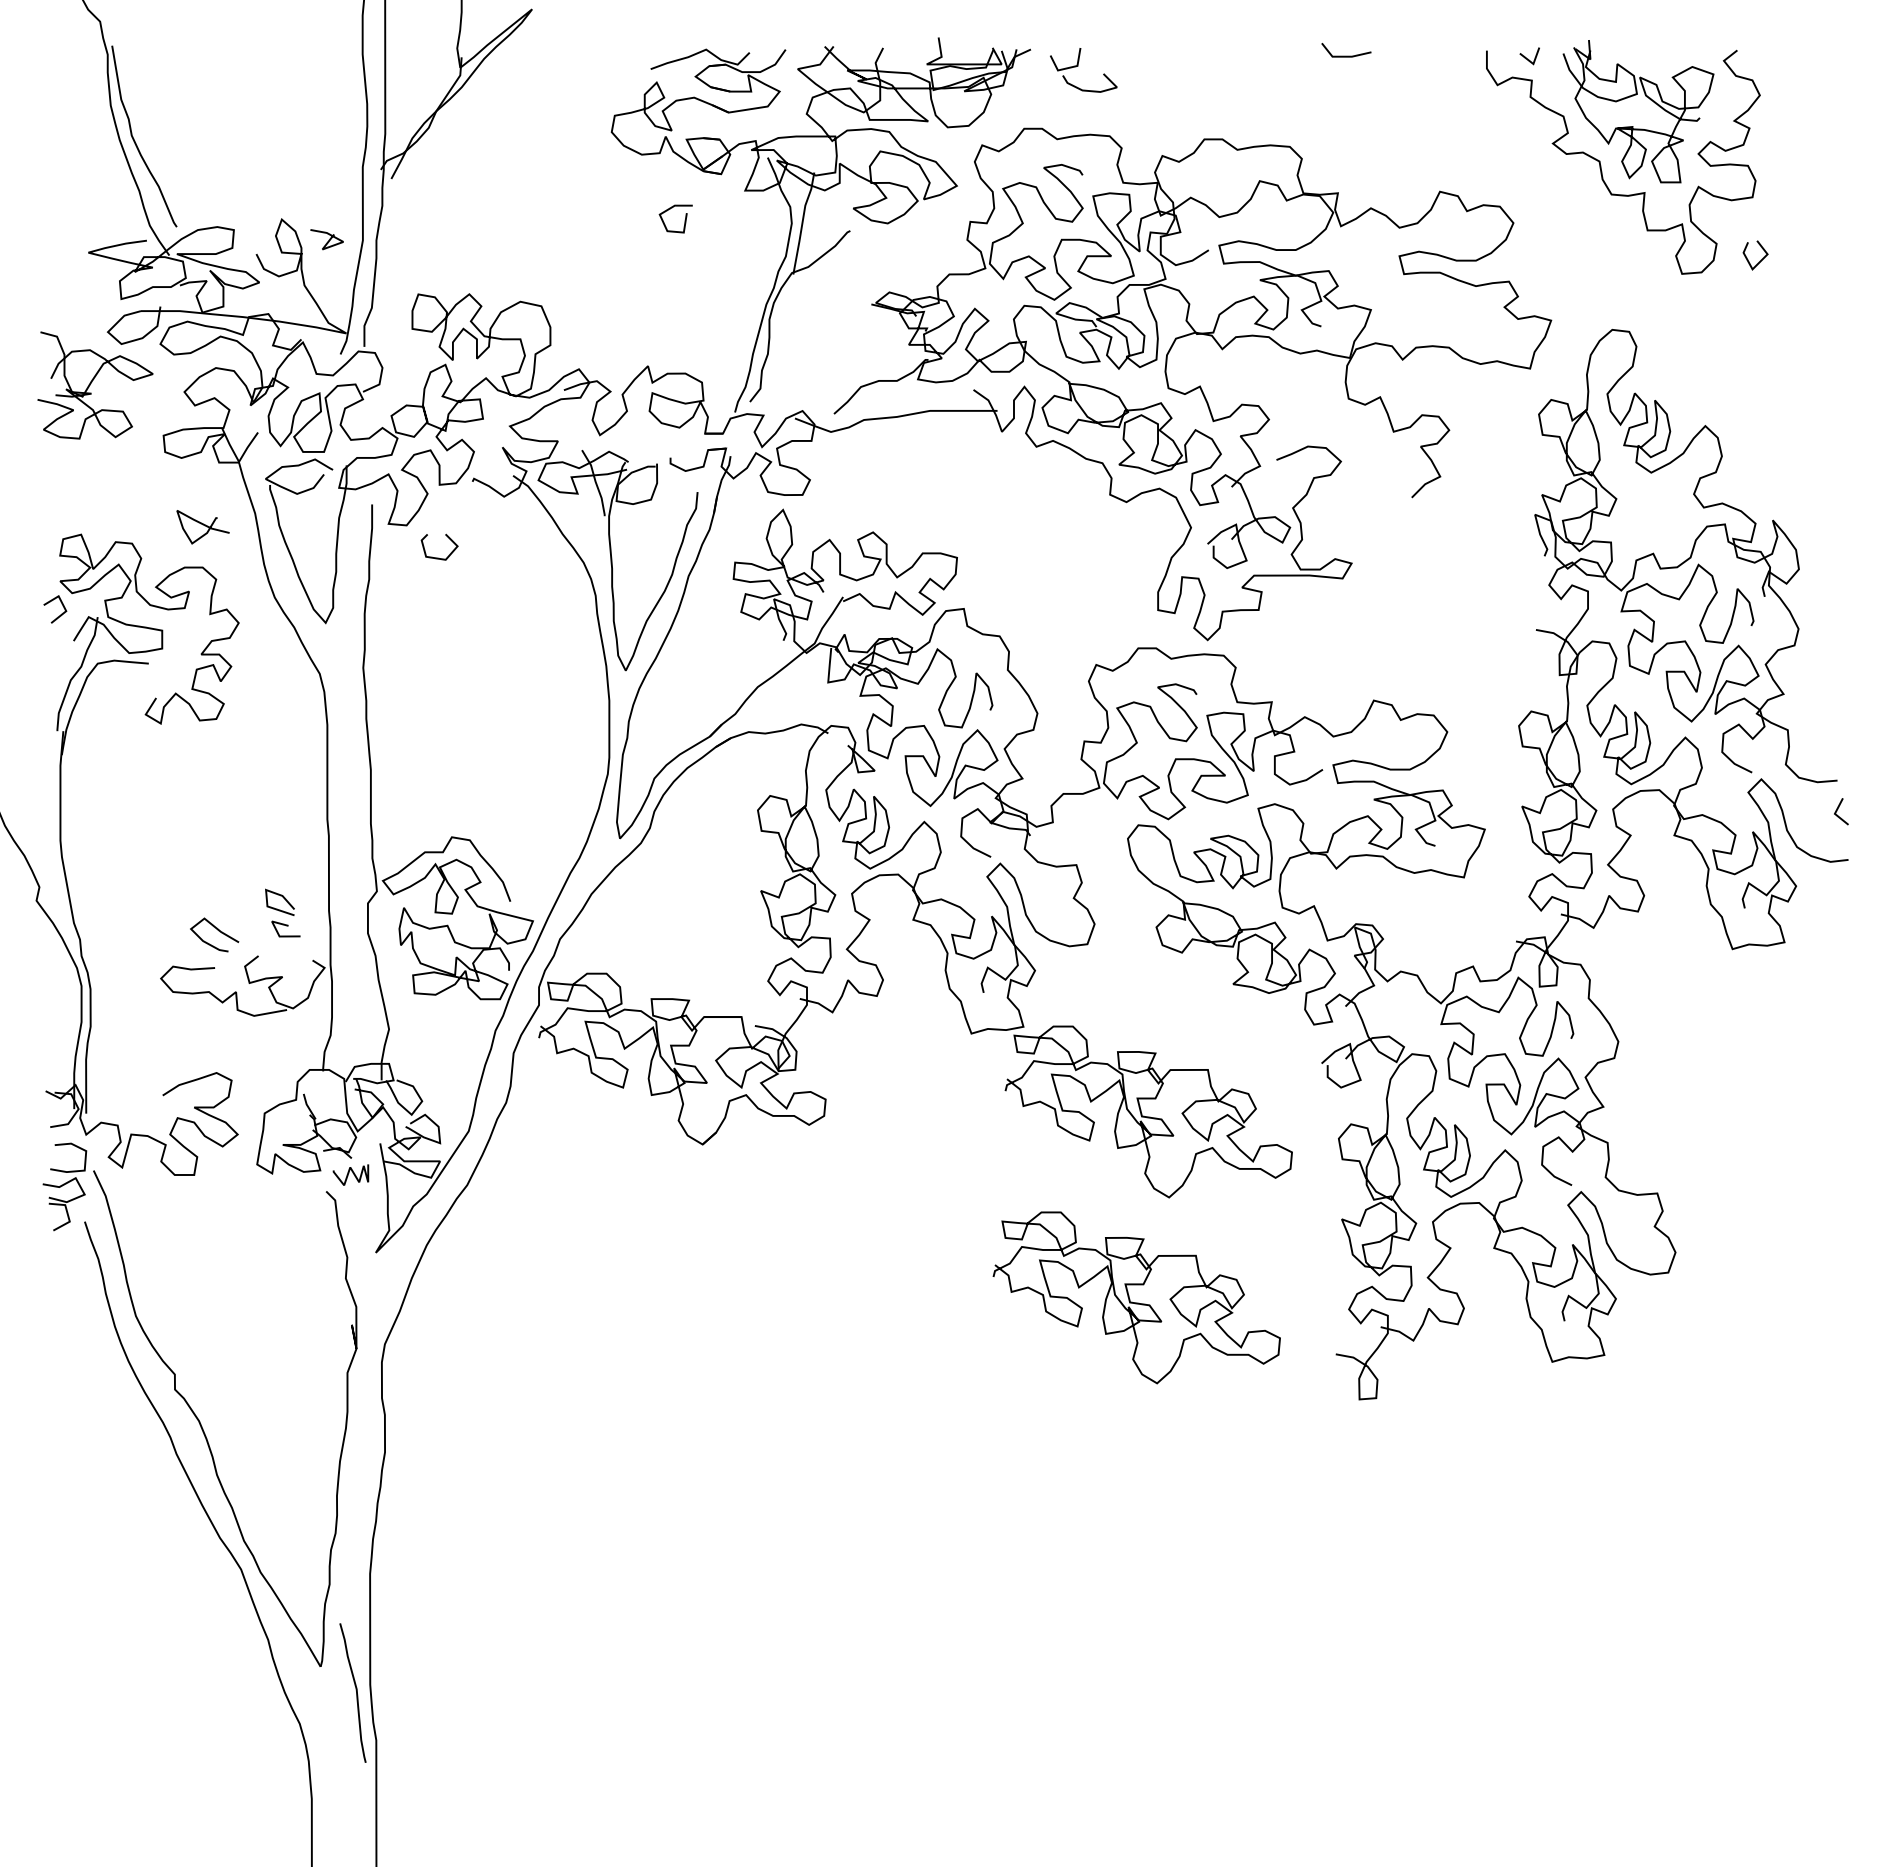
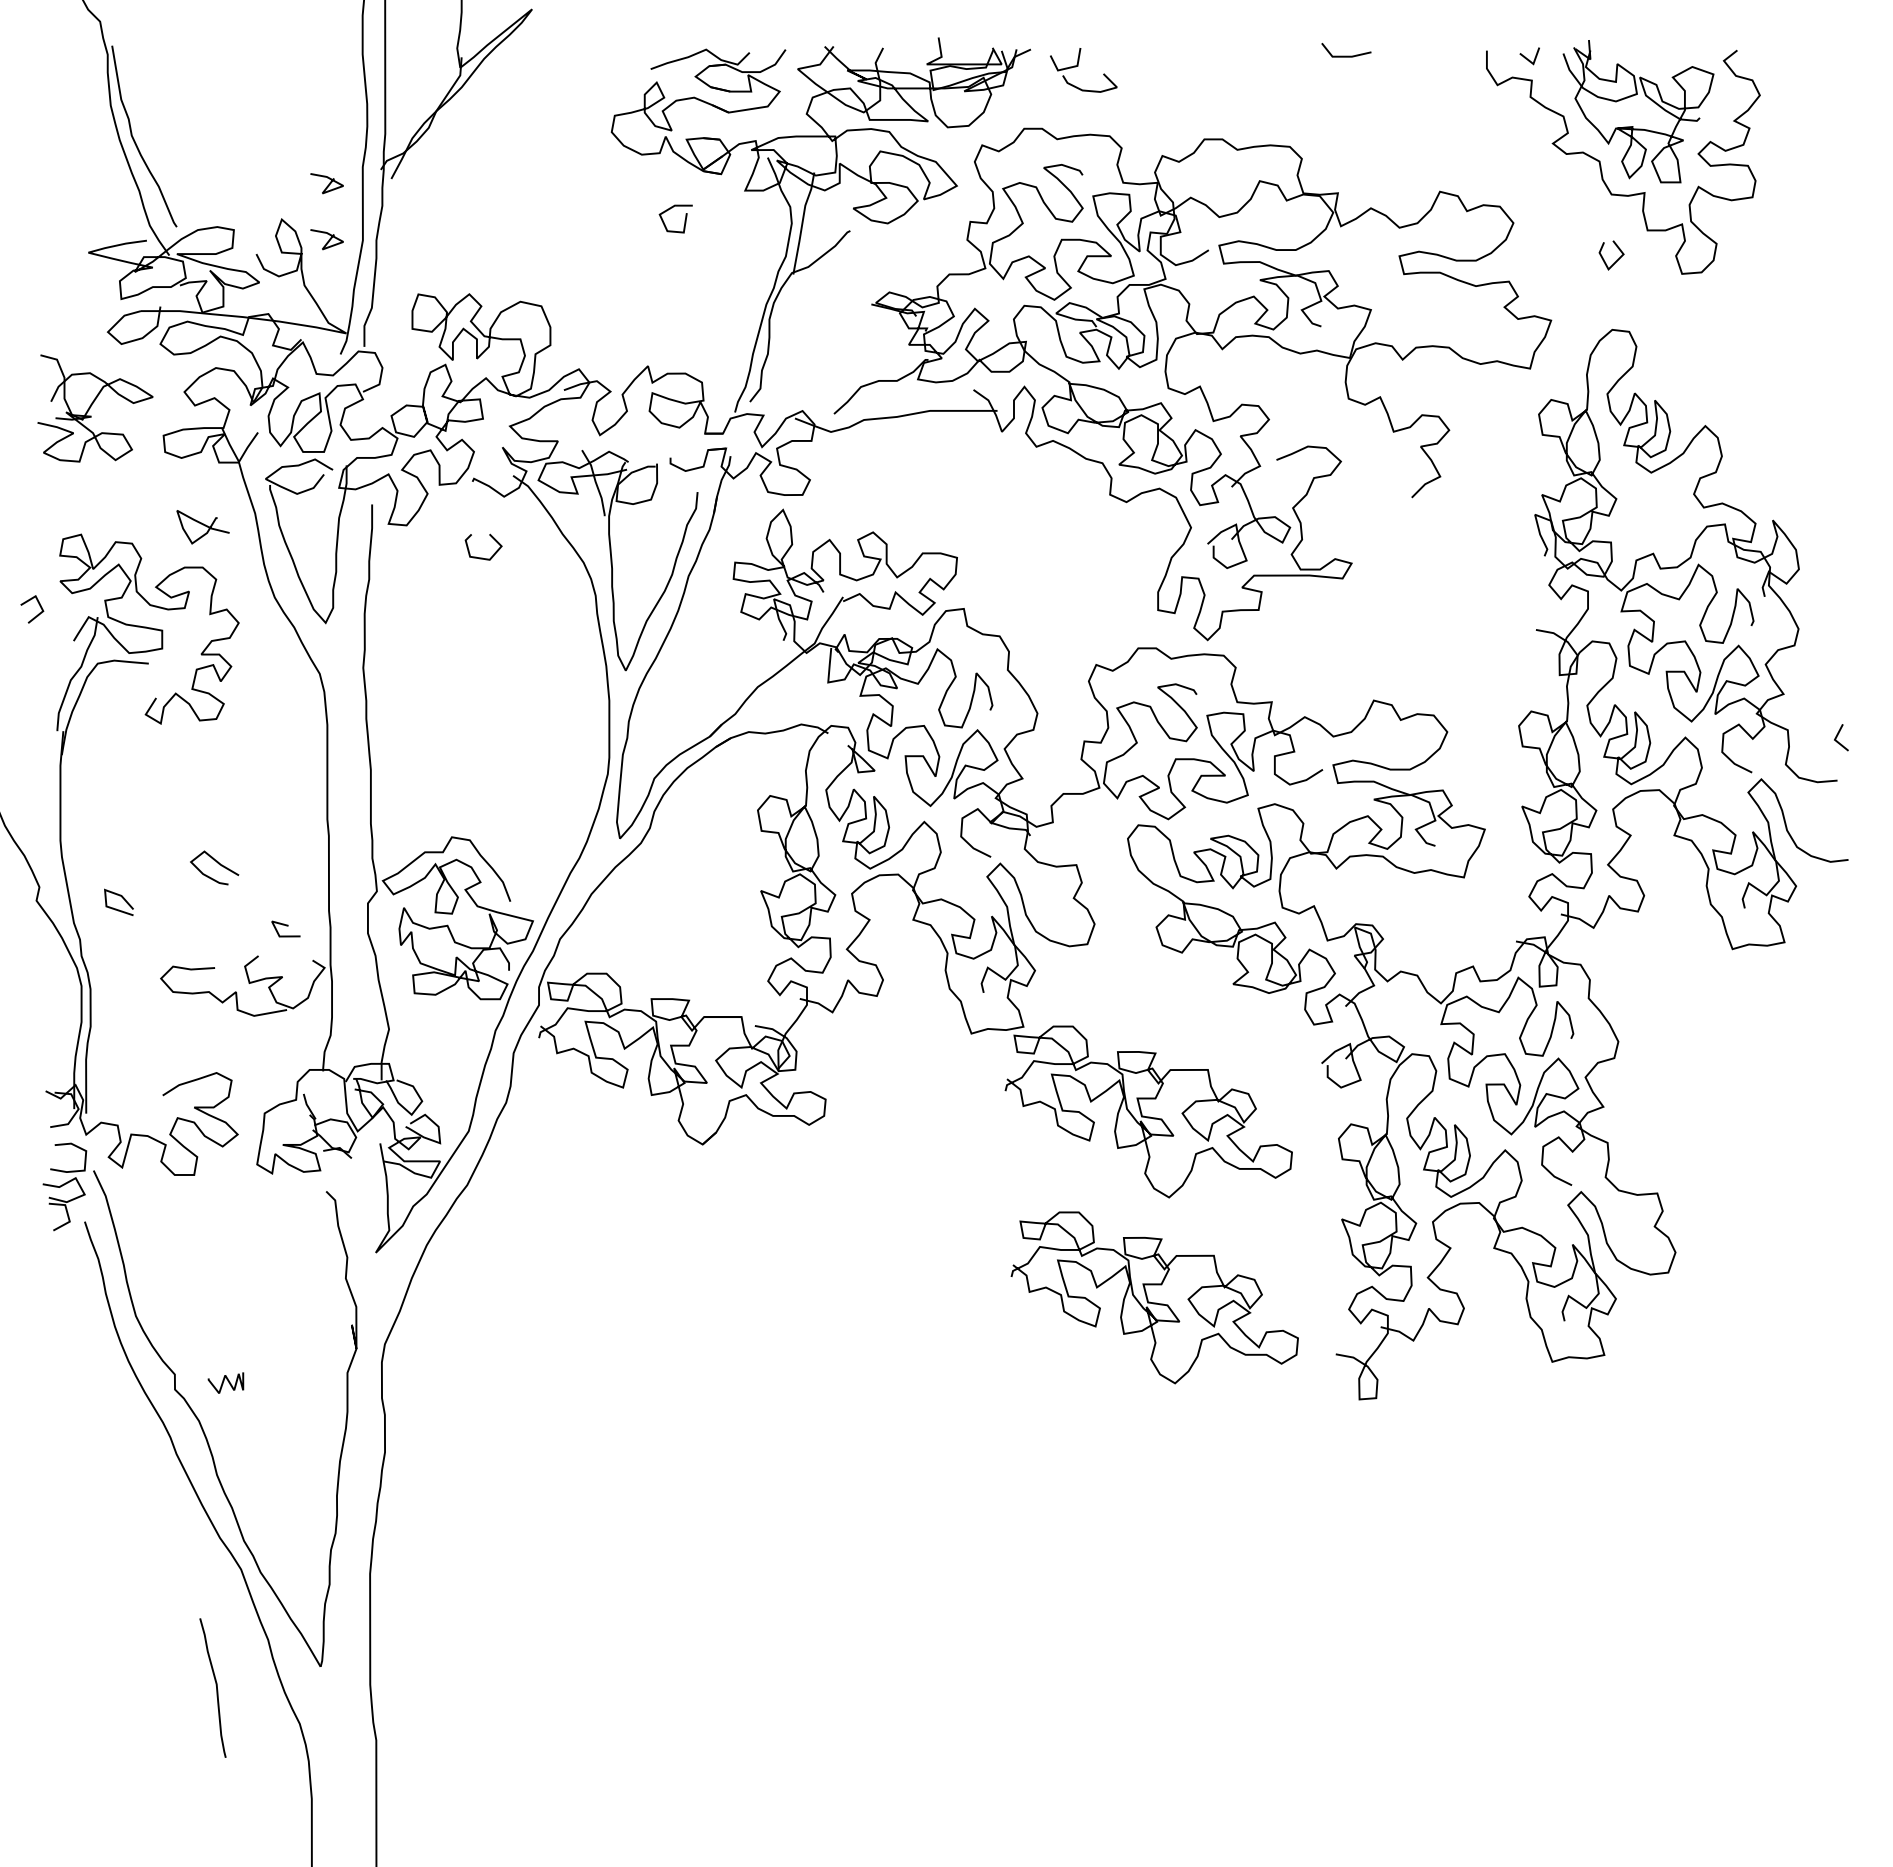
curve at (328, 184): none -> present
line at (1760, 260) position: (1760, 260) -> (1616, 260)
part at (95, 385) position: (95, 385) -> (95, 408)
curve at (438, 557) position: (438, 557) -> (482, 557)
line at (60, 614) position: (60, 614) -> (37, 614)
line at (1838, 809) position: (1838, 809) -> (1838, 735)
line at (282, 897) position: (282, 897) -> (121, 897)
curve at (217, 930) position: (217, 930) -> (217, 863)
curve at (349, 1173) position: (349, 1173) -> (224, 1381)
curve at (1136, 1302) position: (1136, 1302) -> (1154, 1302)
curve at (355, 1690) position: (355, 1690) -> (215, 1685)
